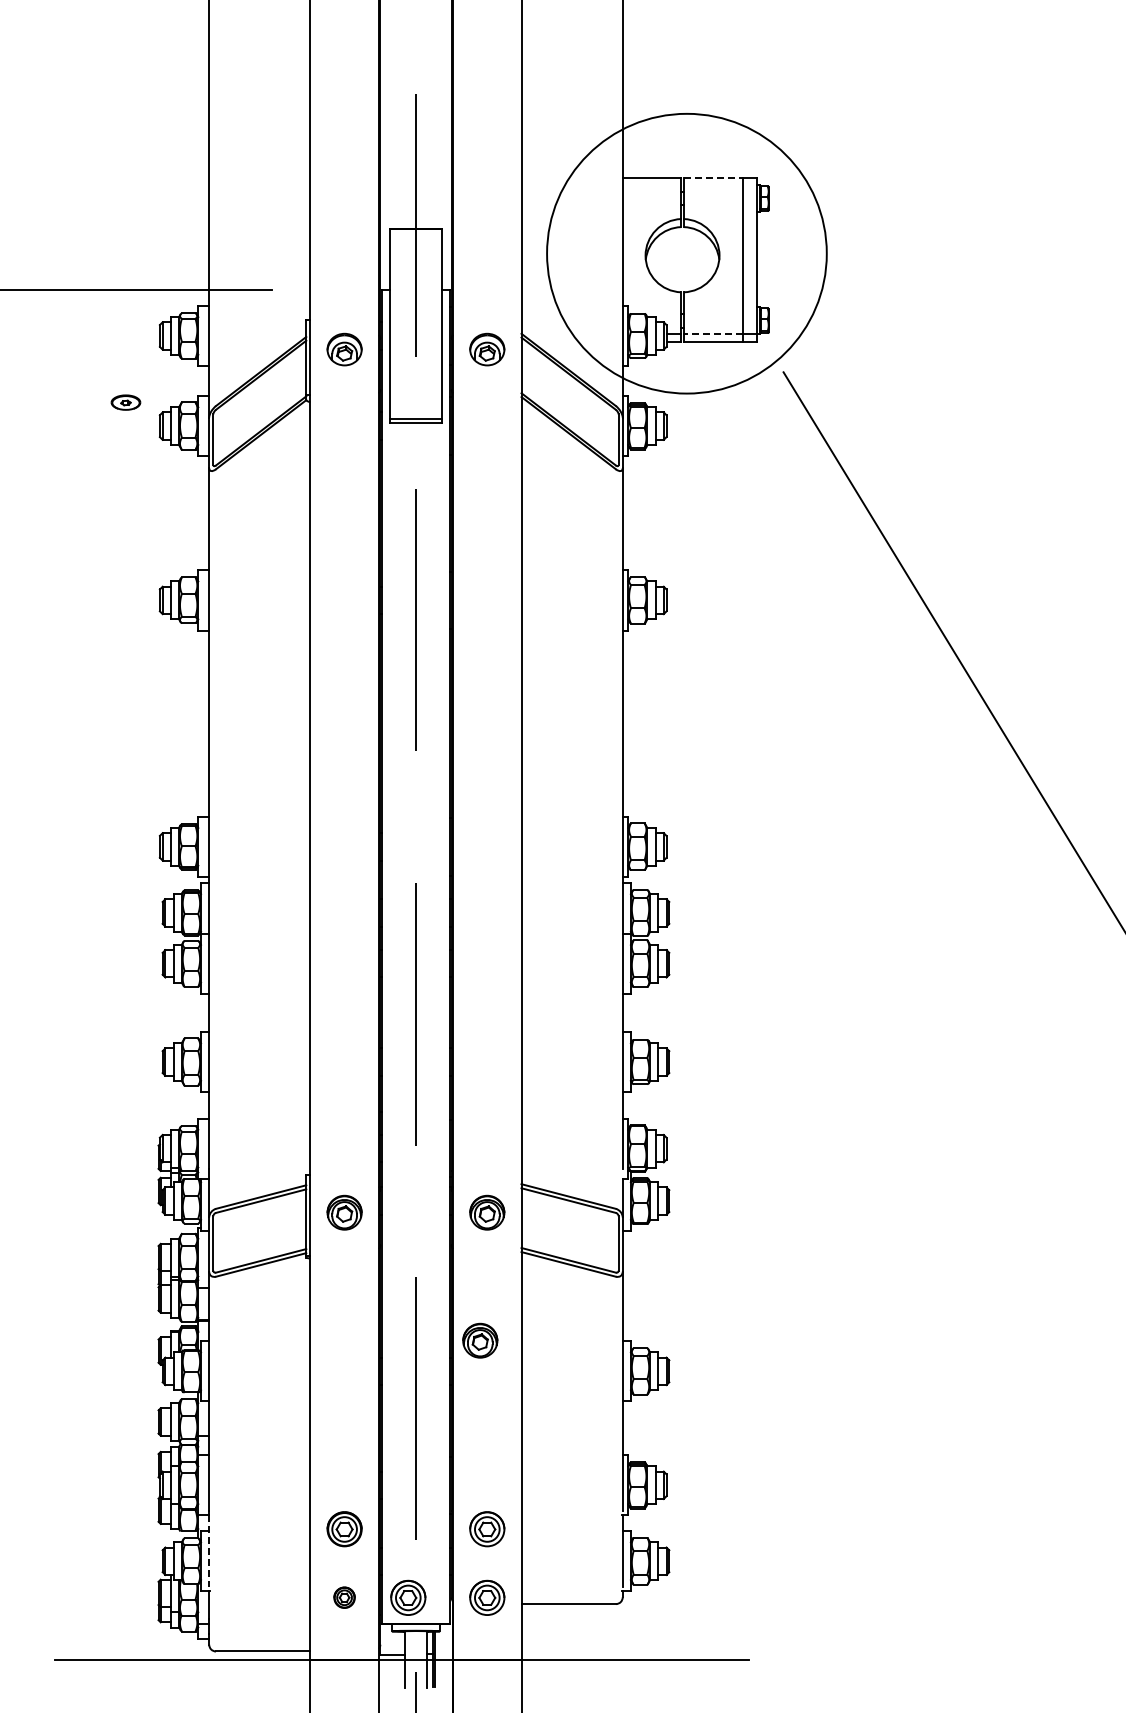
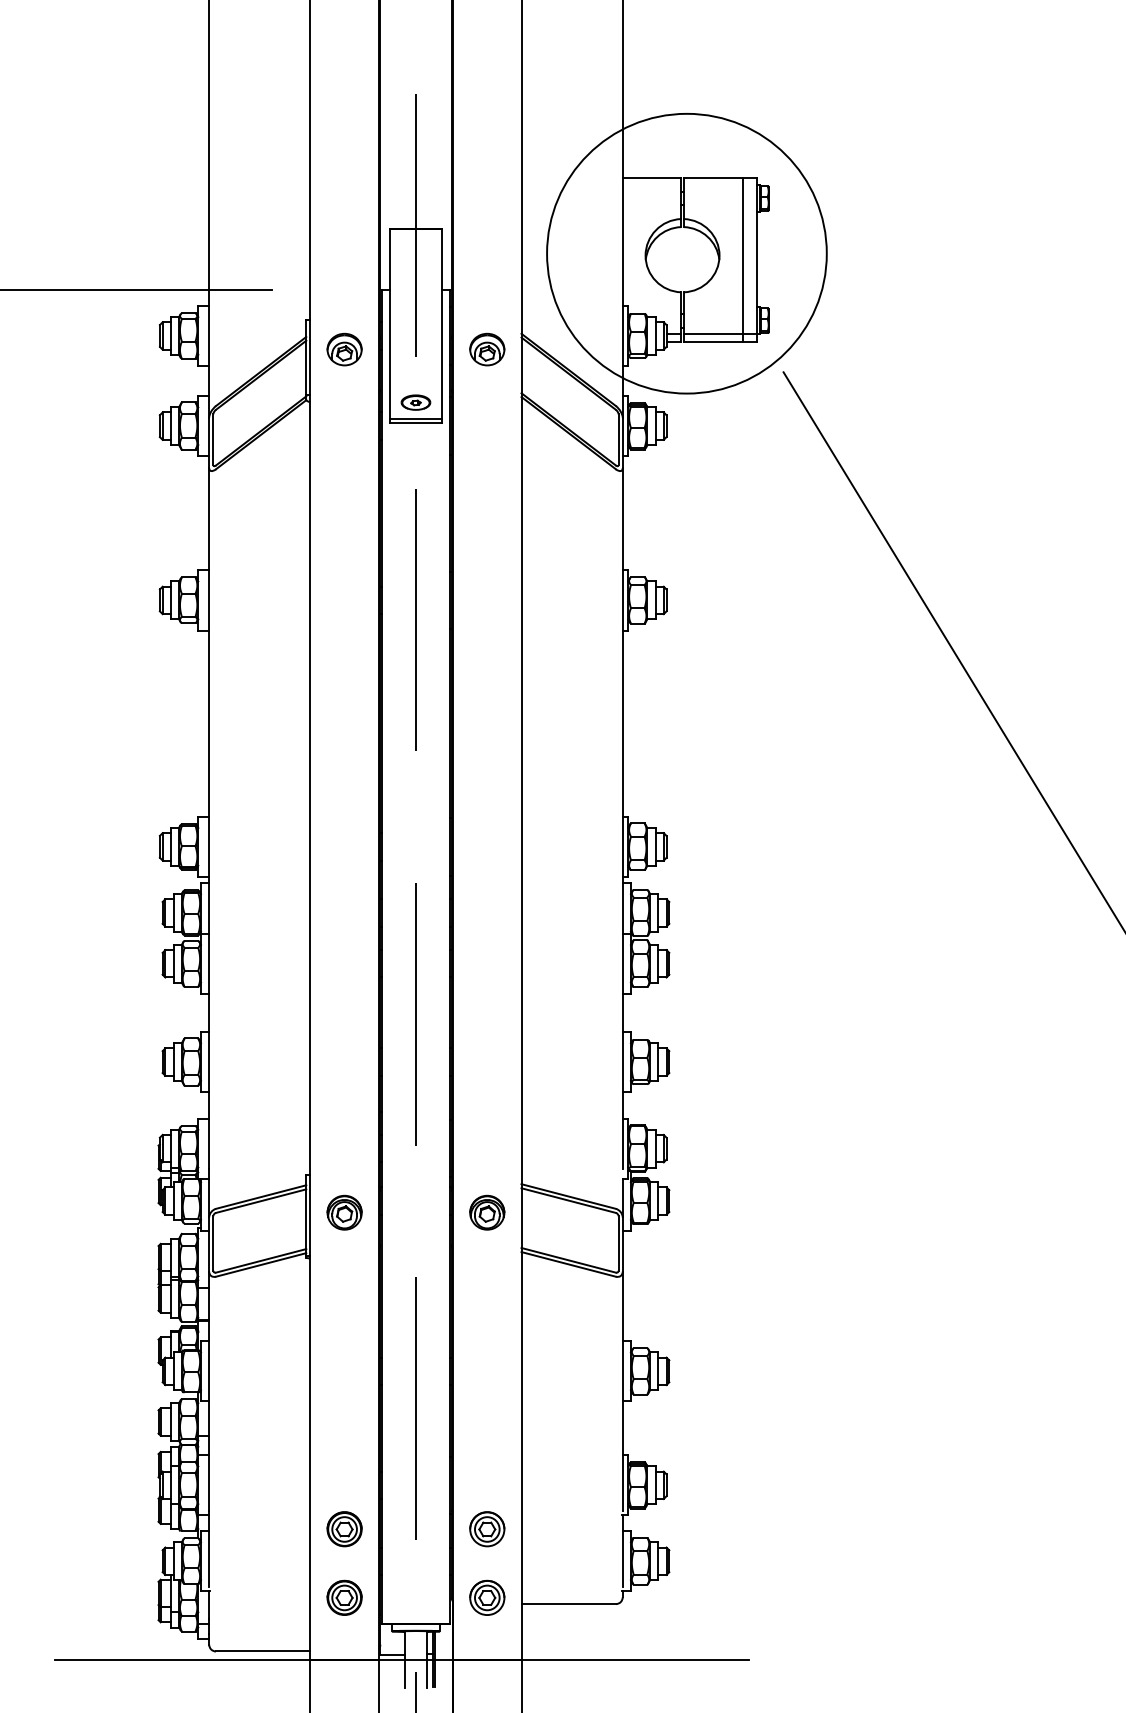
line at (713, 177): dashed -> solid
line at (713, 333): dashed -> solid
part at (125, 402) position: (125, 402) -> (415, 402)
part at (480, 1340): present -> none
line at (209, 1551): dashed -> solid
part at (344, 1597) size: 23x23 px -> 37x37 px
part at (408, 1597): present -> none
